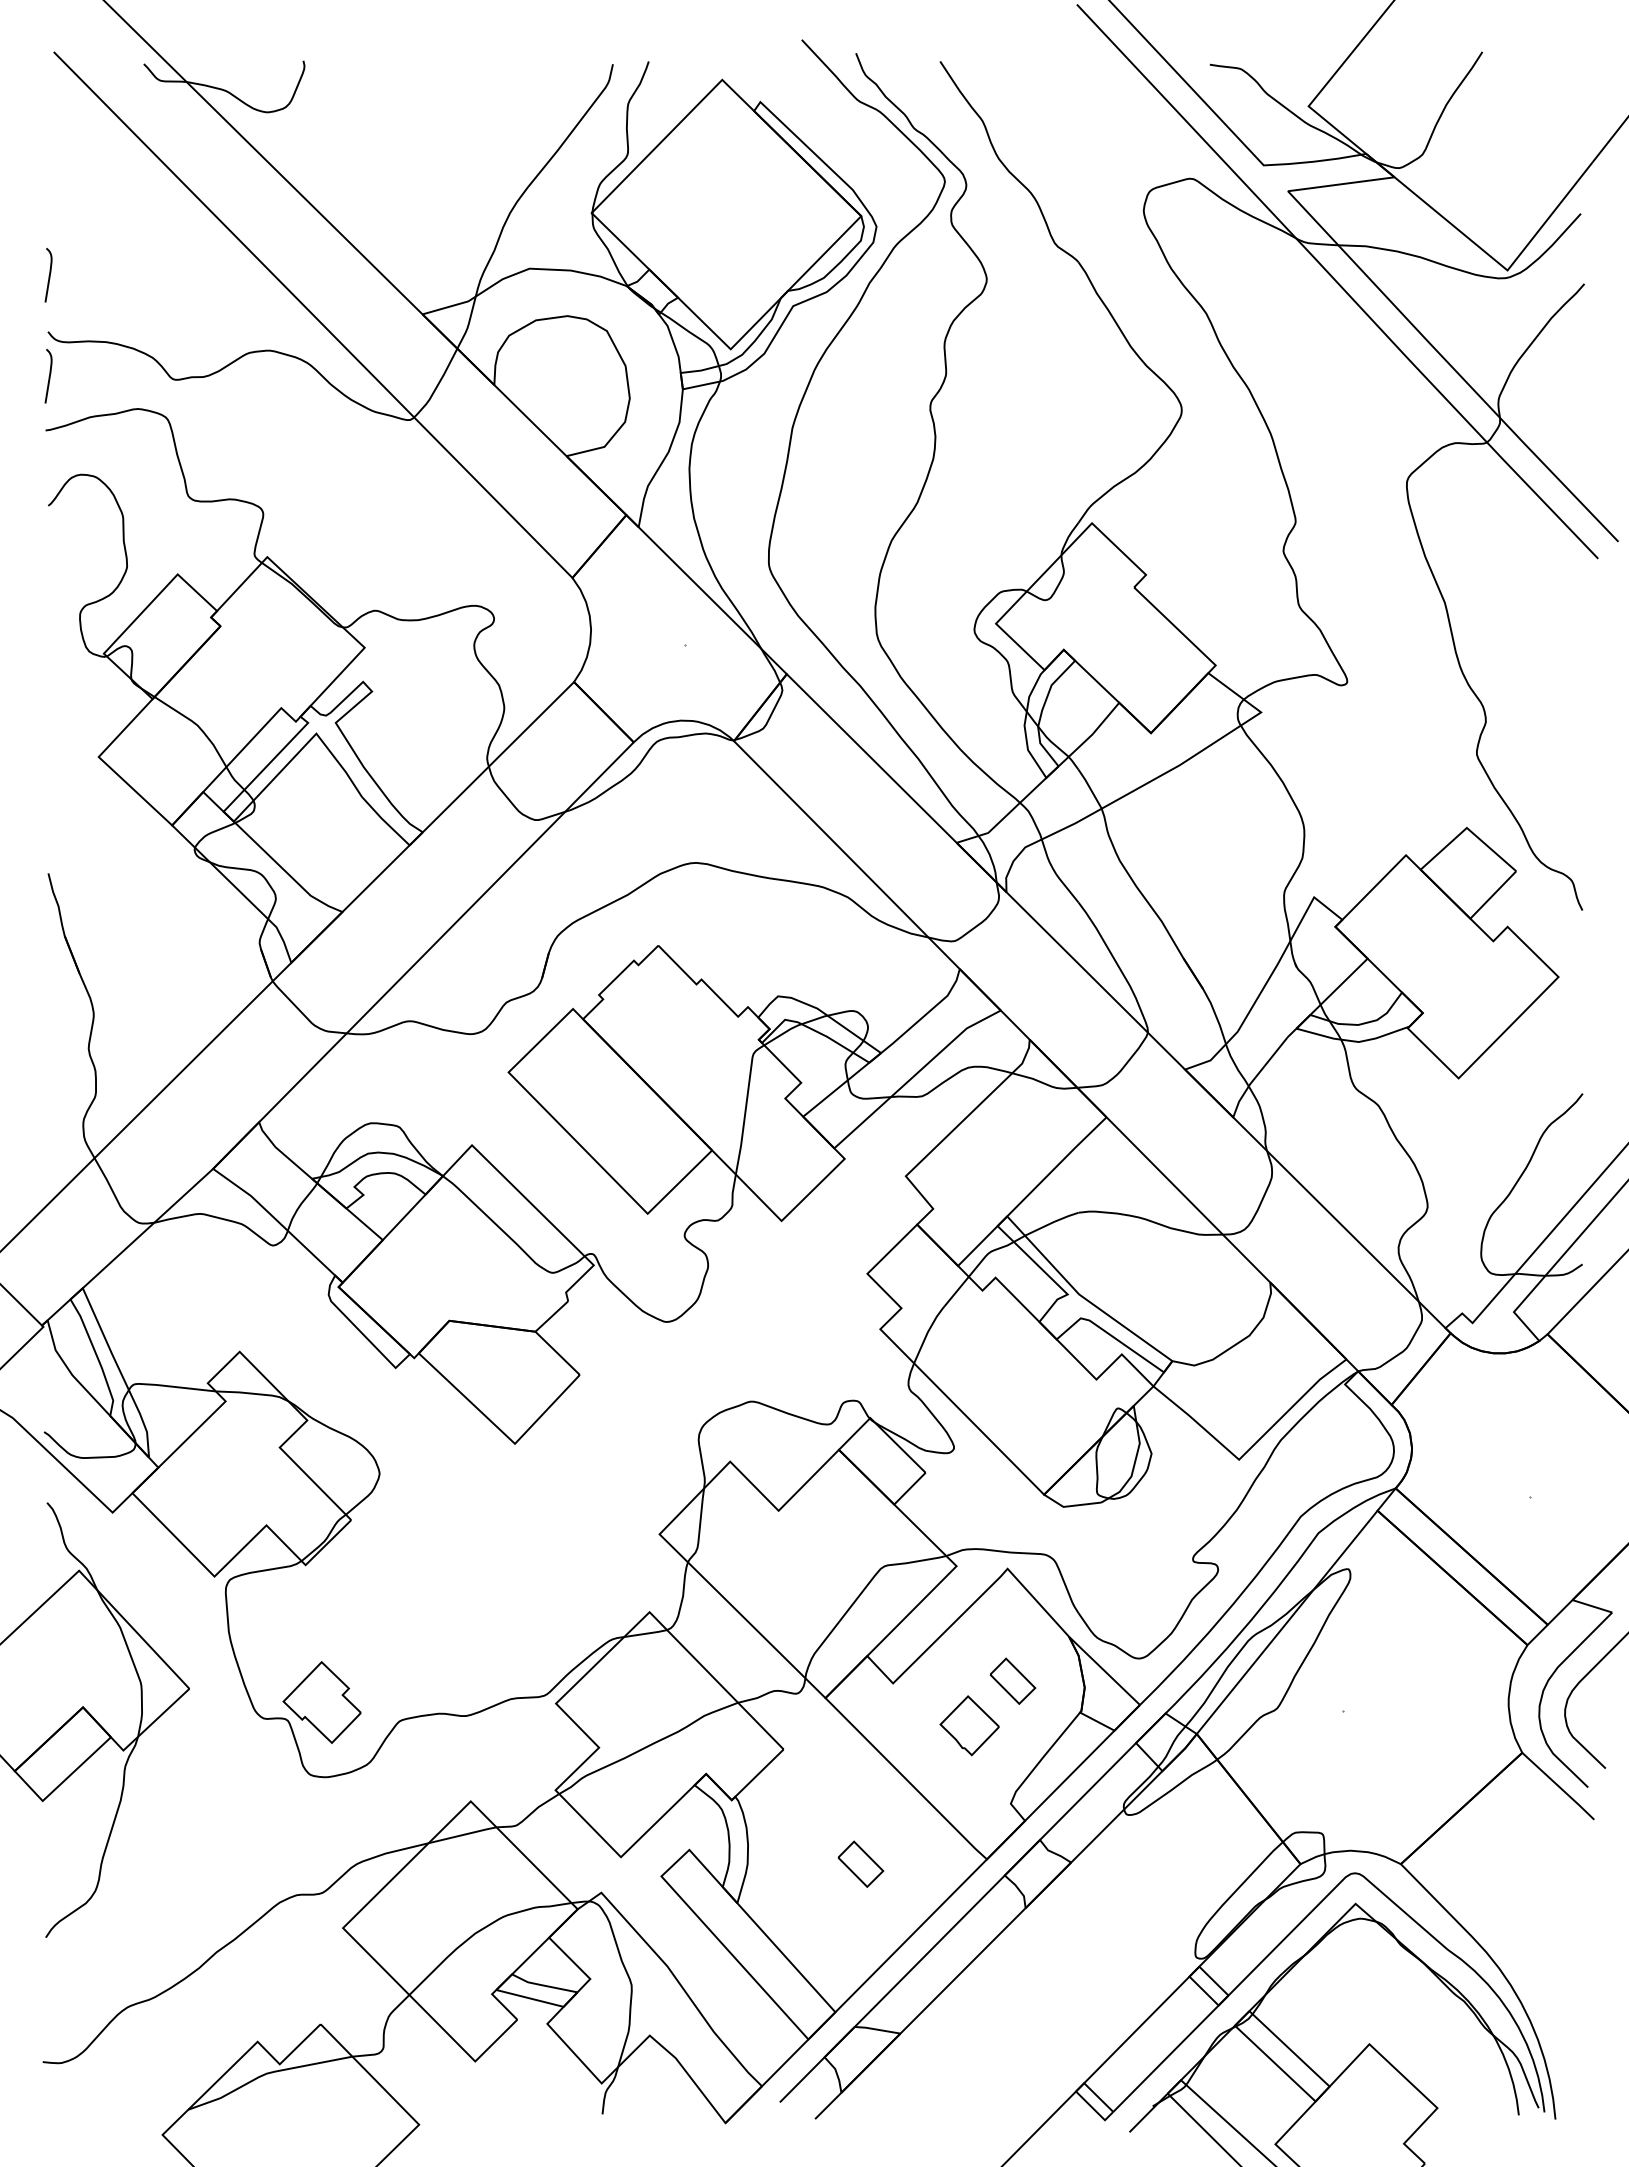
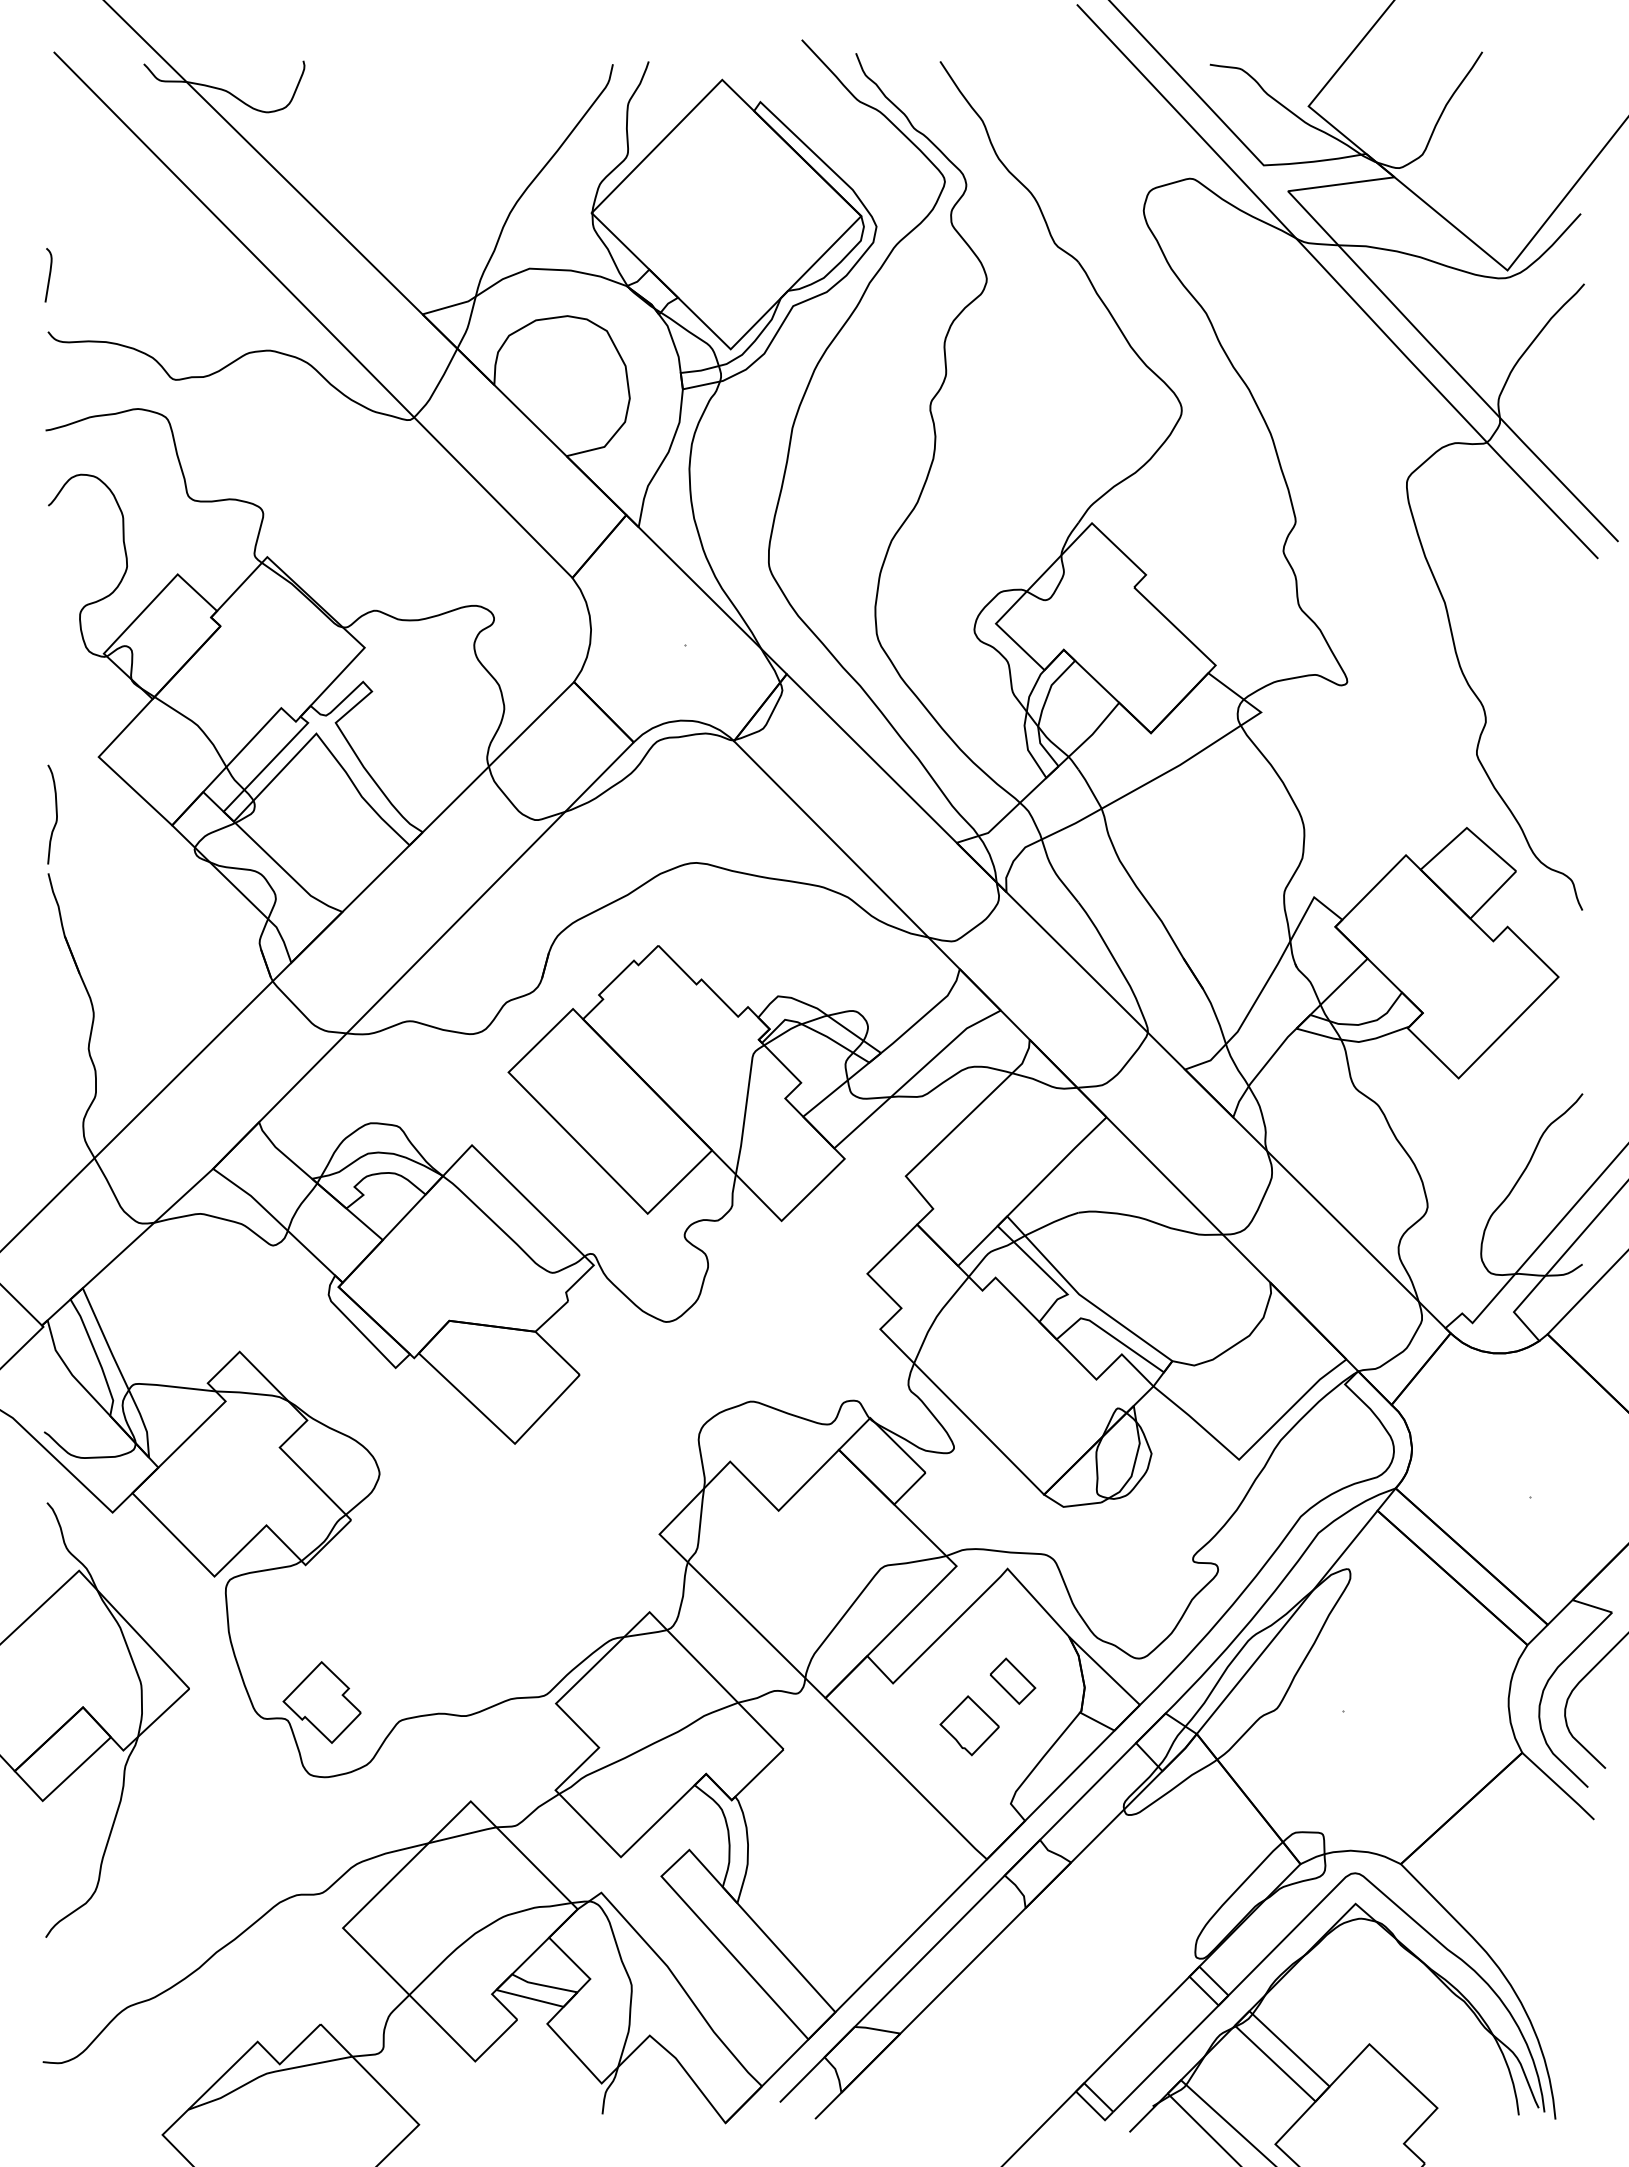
curve at (48, 376): present -> none
curve at (55, 812): none -> present
part at (860, 1863): present -> none
